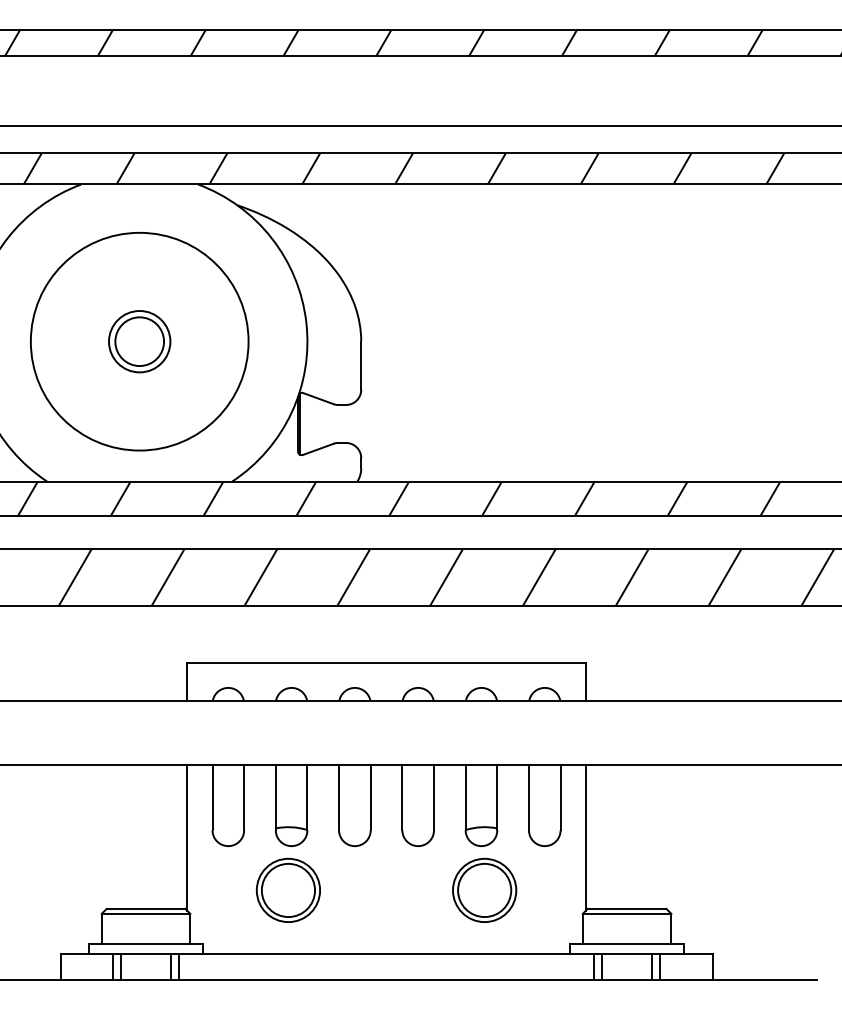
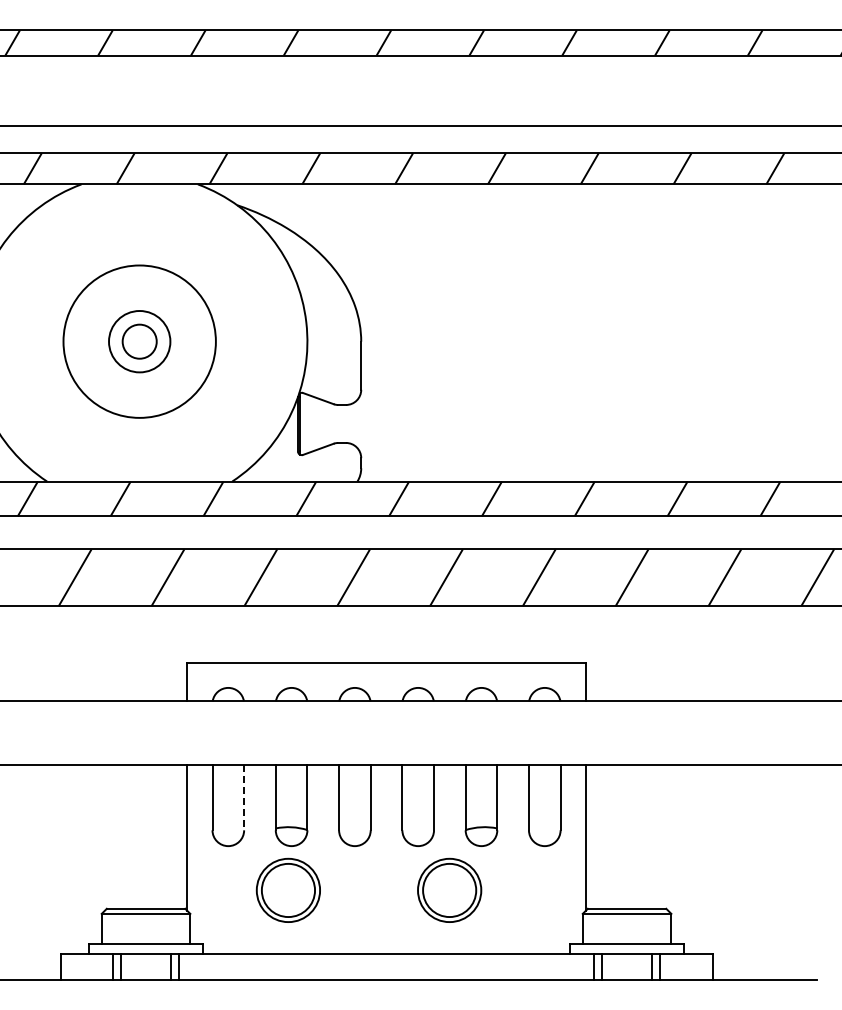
circle at (139, 341) diameter: 218 px -> 152 px
circle at (139, 341) diameter: 49 px -> 34 px
line at (244, 797): solid -> dashed
part at (484, 889) position: (484, 889) -> (449, 889)
